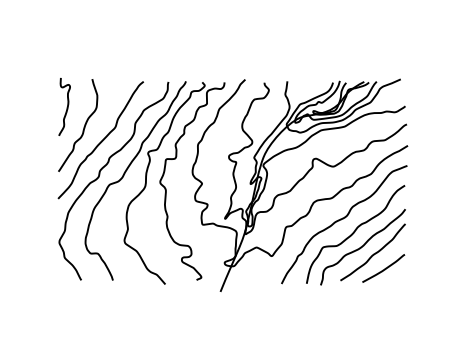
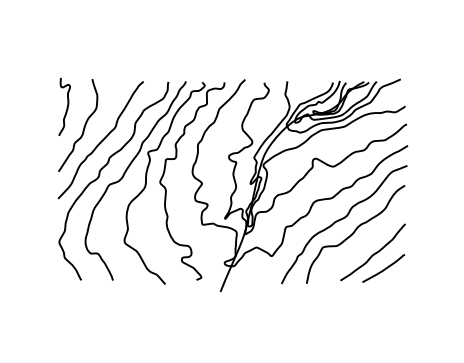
curve at (362, 247): present -> none
